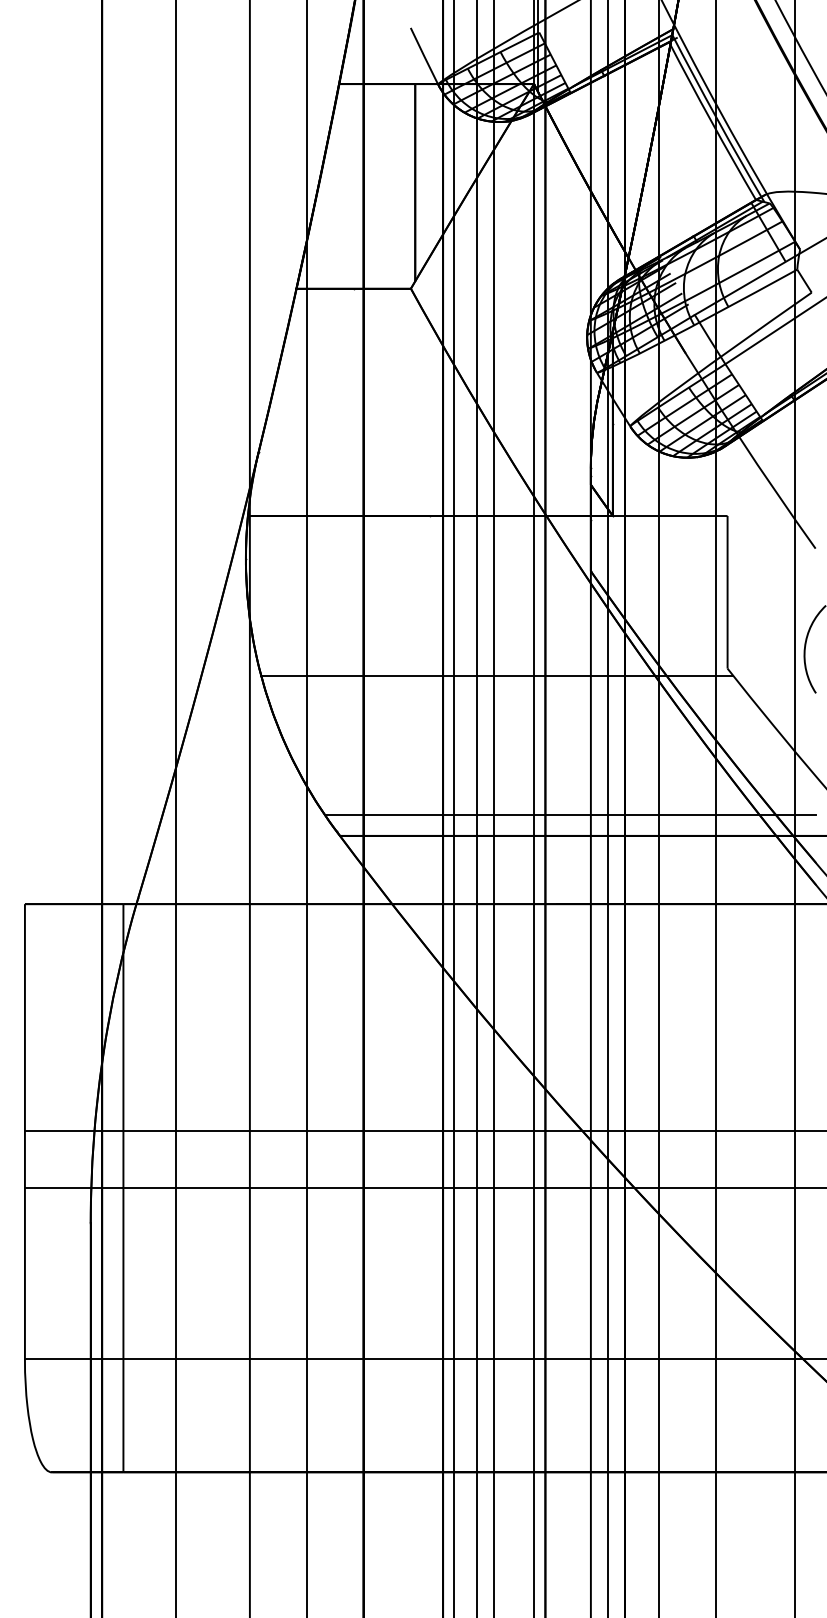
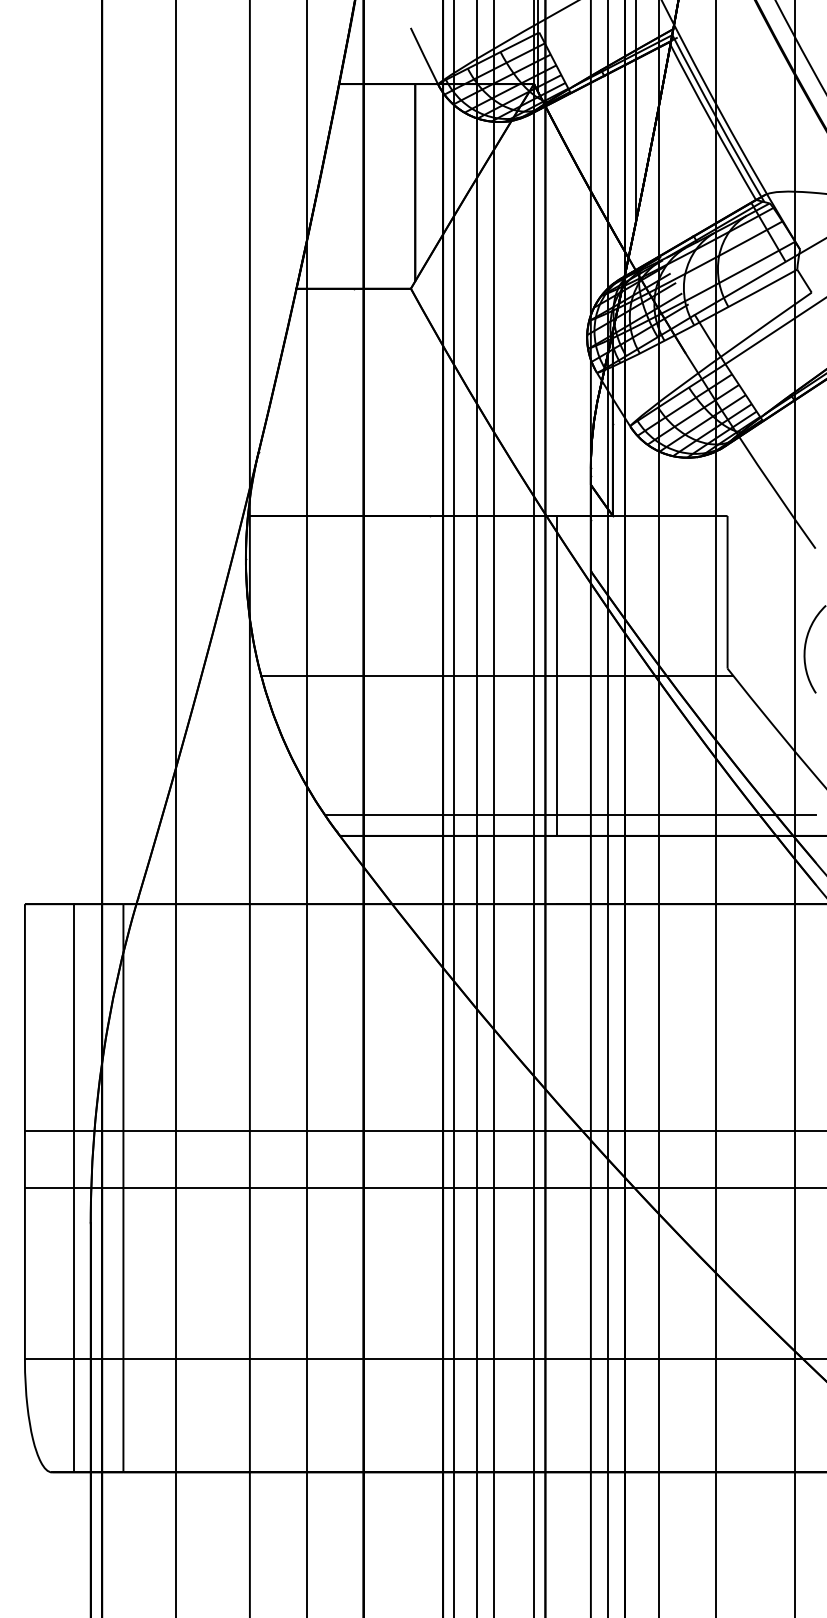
line at (635, 113): none -> present
line at (556, 675): none -> present
line at (74, 1188): none -> present
